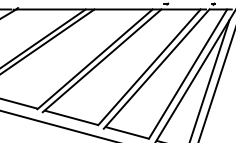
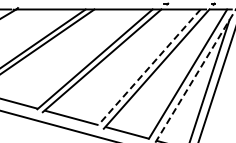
line at (149, 67): solid -> dashed
line at (195, 75): solid -> dashed
